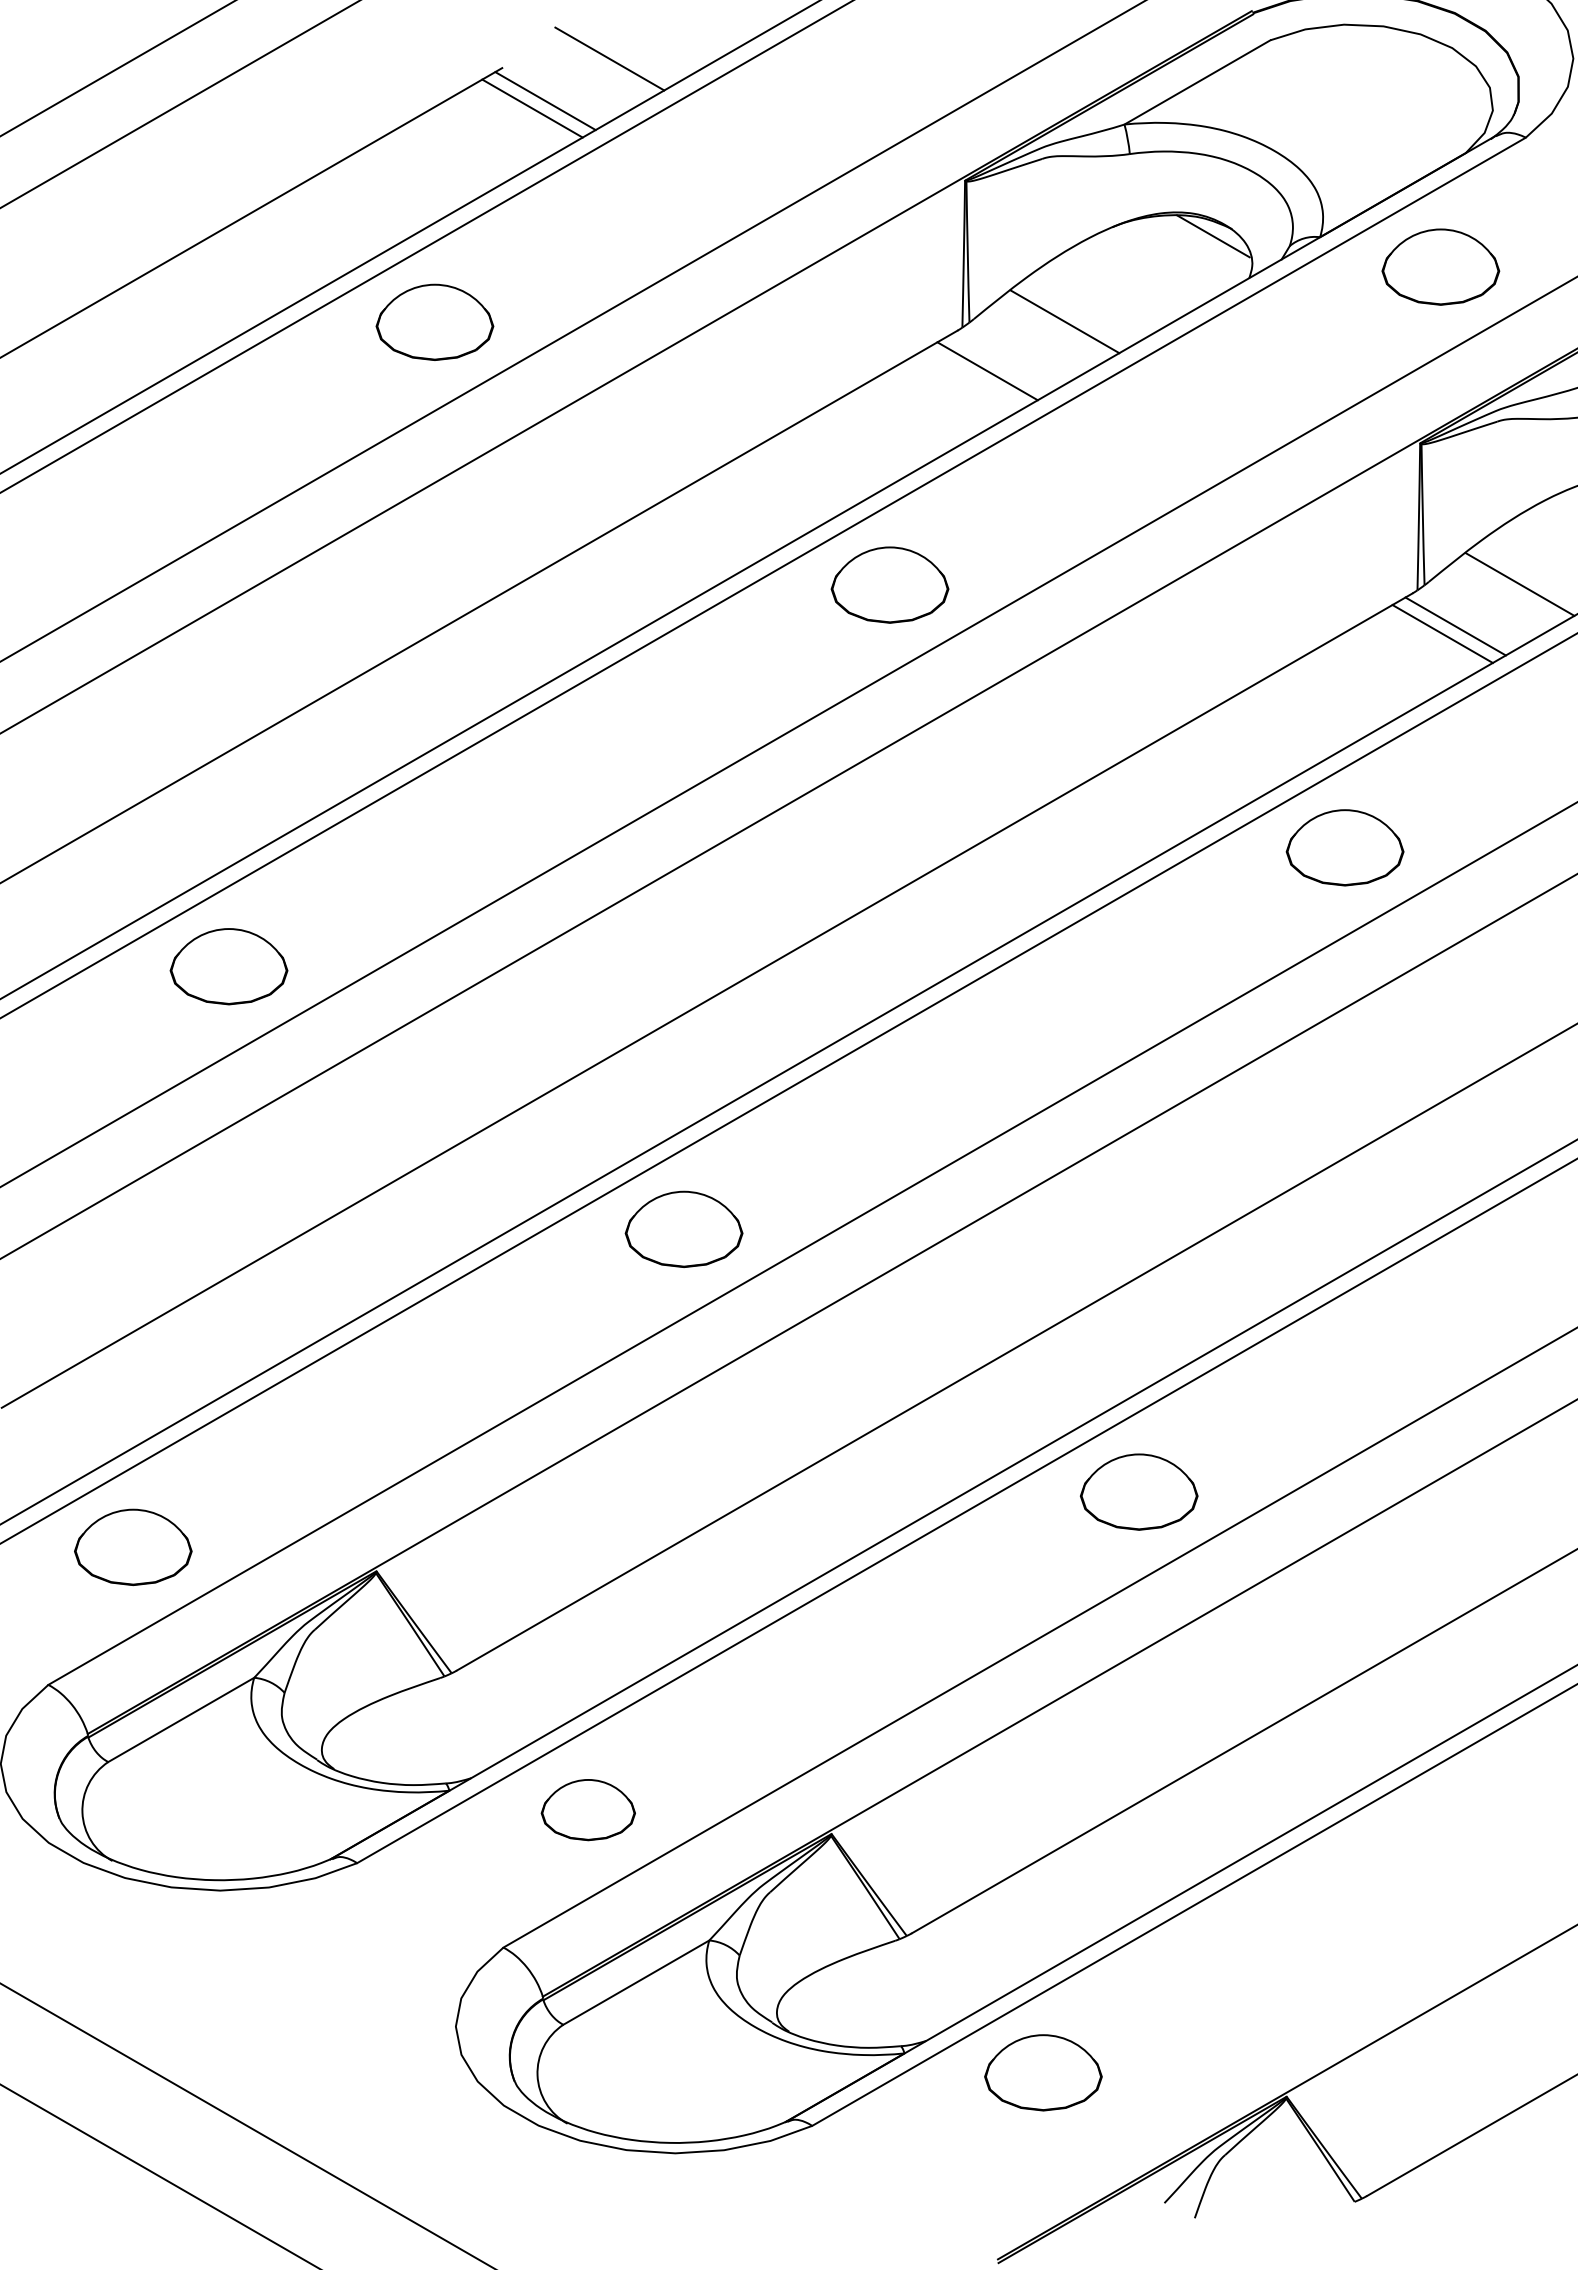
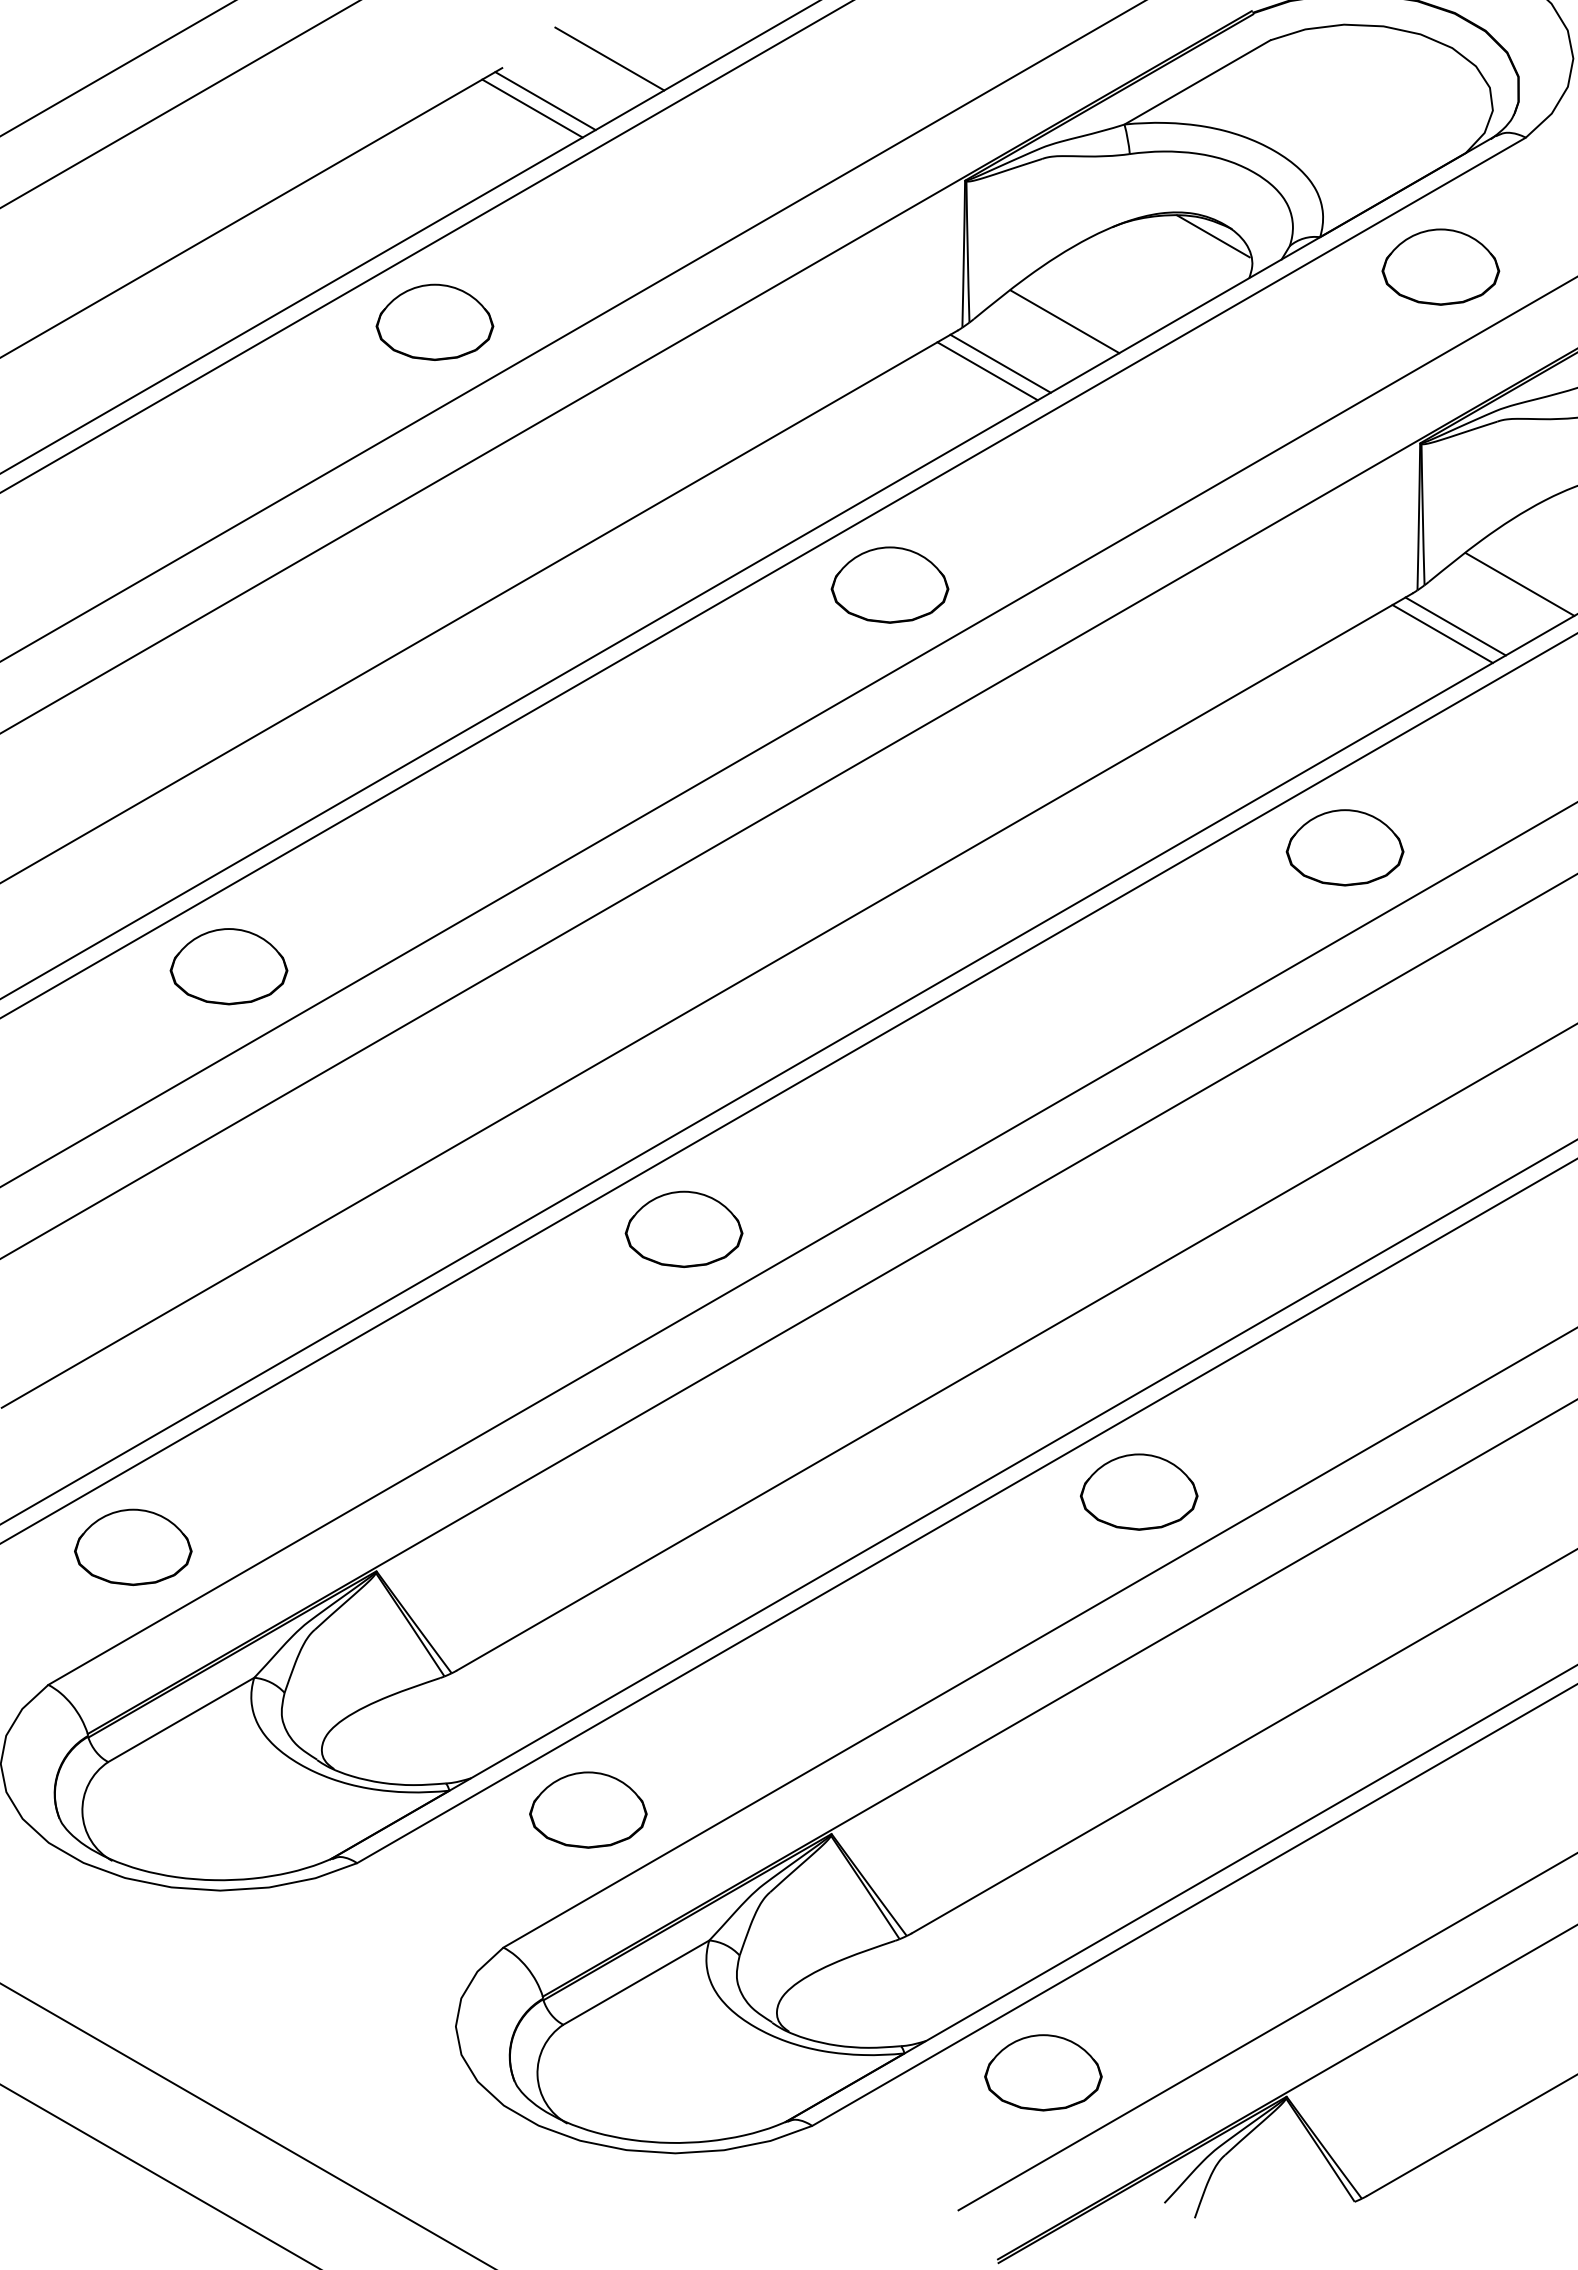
line at (1000, 363): none -> present
part at (587, 1810) size: 96x63 px -> 119x78 px
line at (1266, 2032): none -> present
